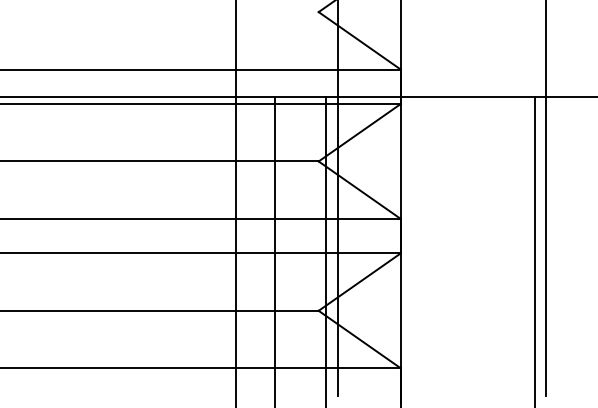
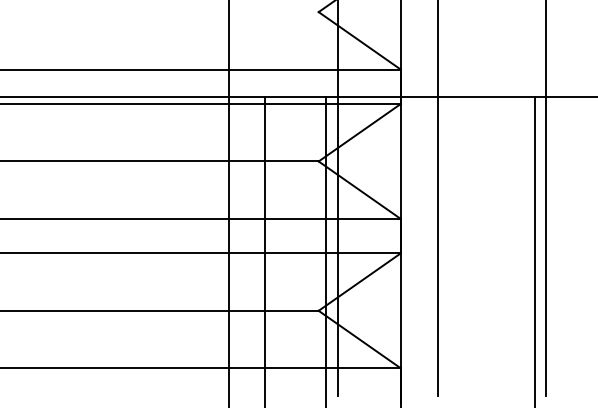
line at (438, 198): none -> present
line at (236, 203) position: (236, 203) -> (229, 203)
line at (275, 250) position: (275, 250) -> (265, 250)
